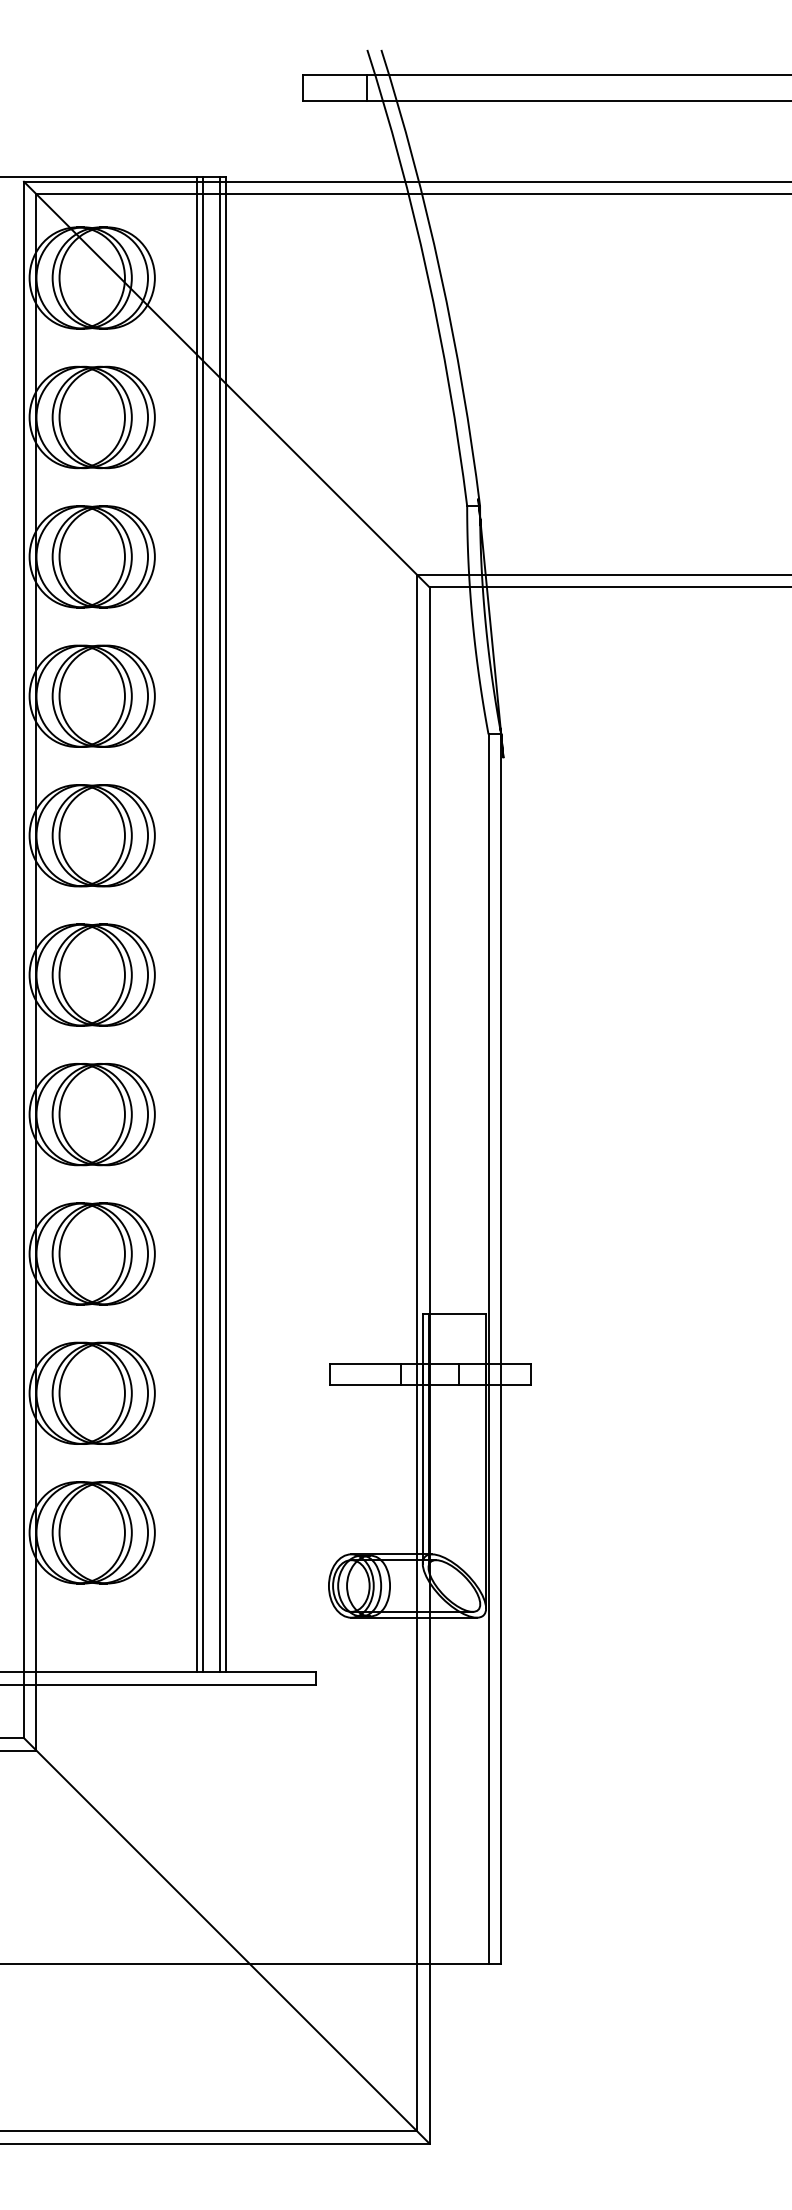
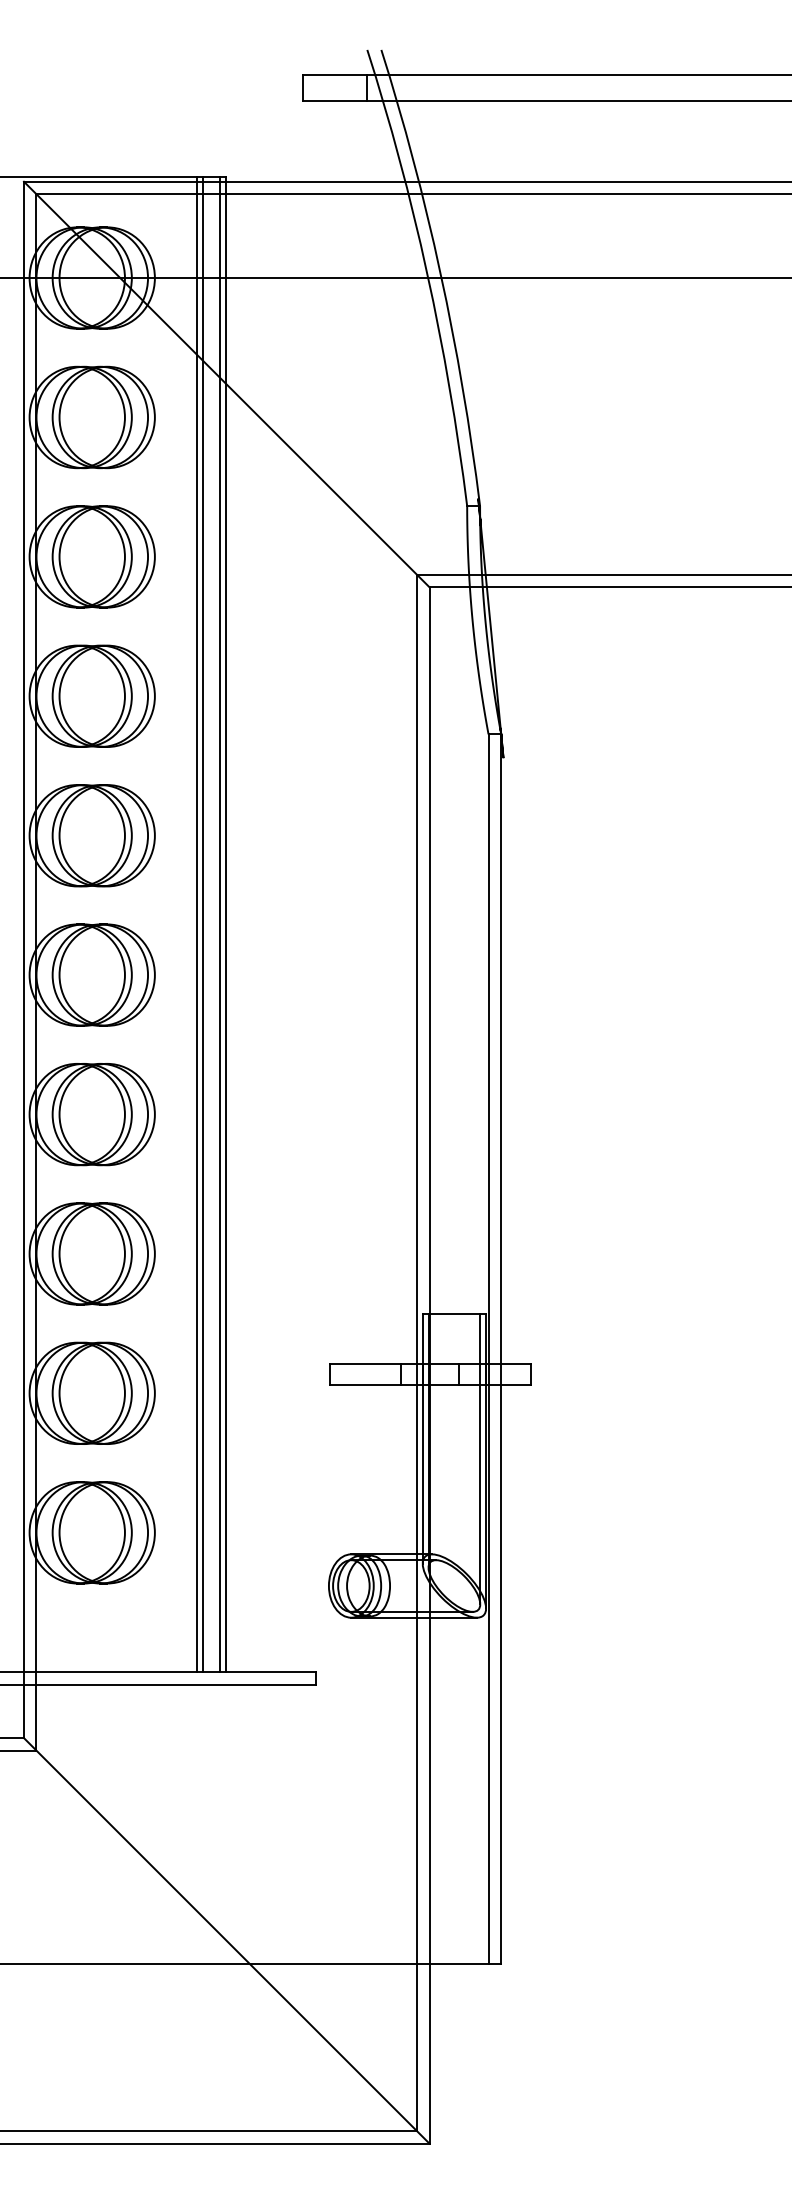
line at (395, 278): none -> present
line at (480, 1458): none -> present
